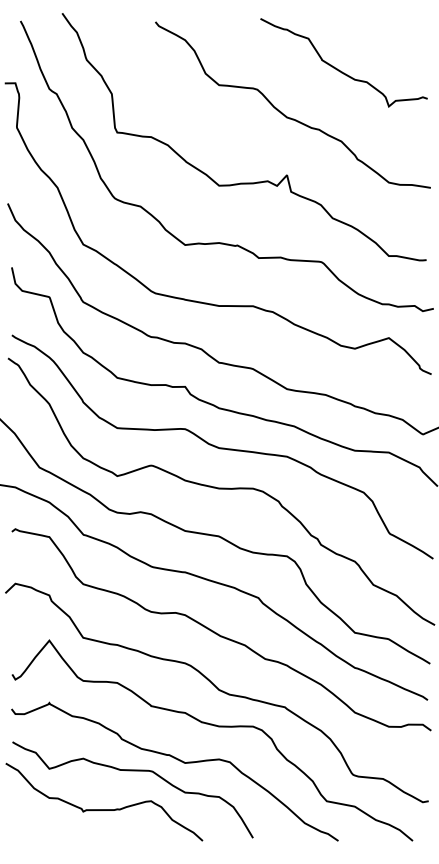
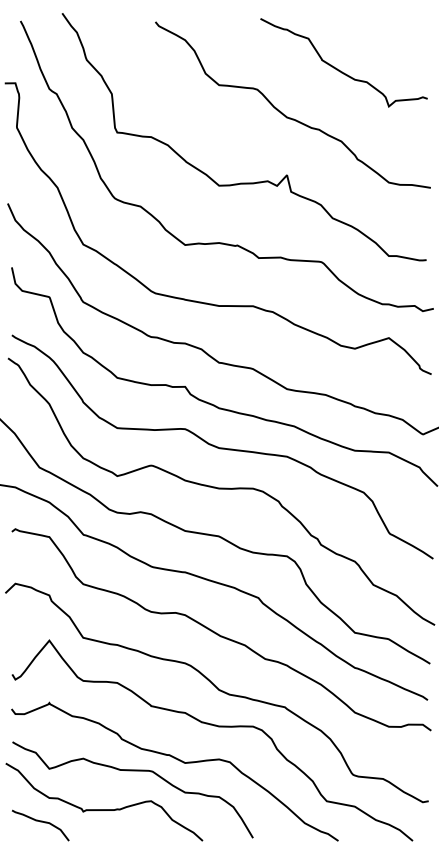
curve at (40, 822): none -> present
